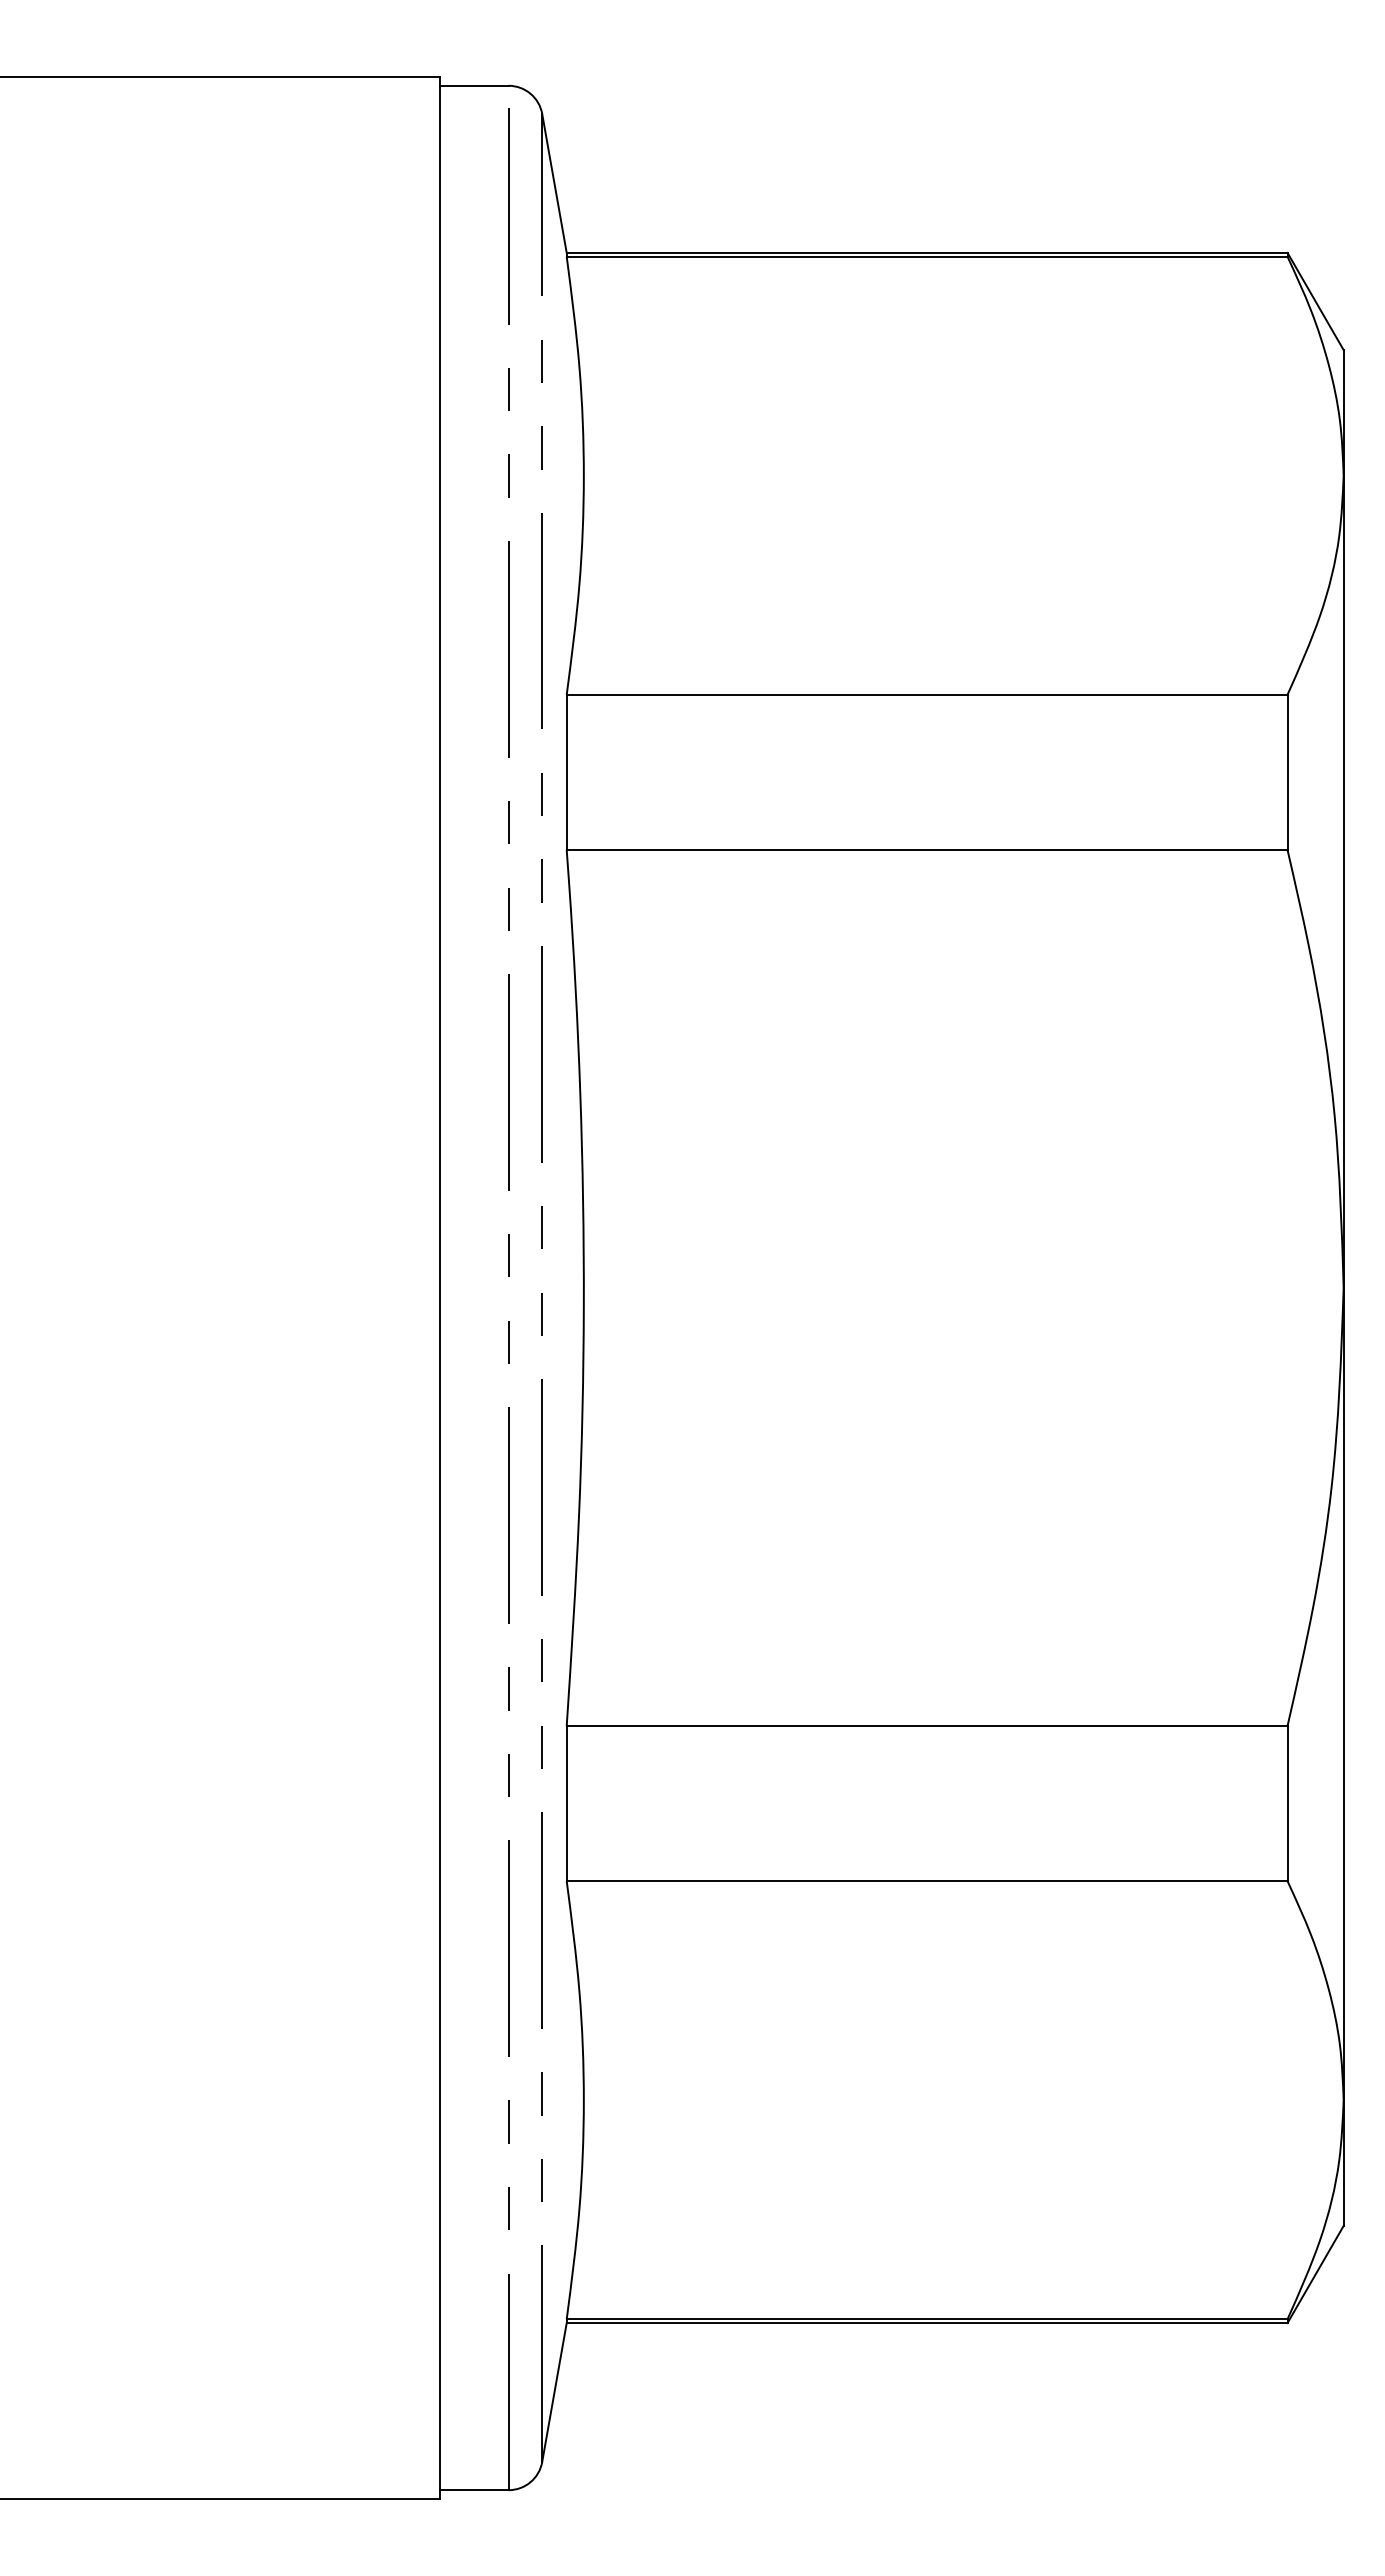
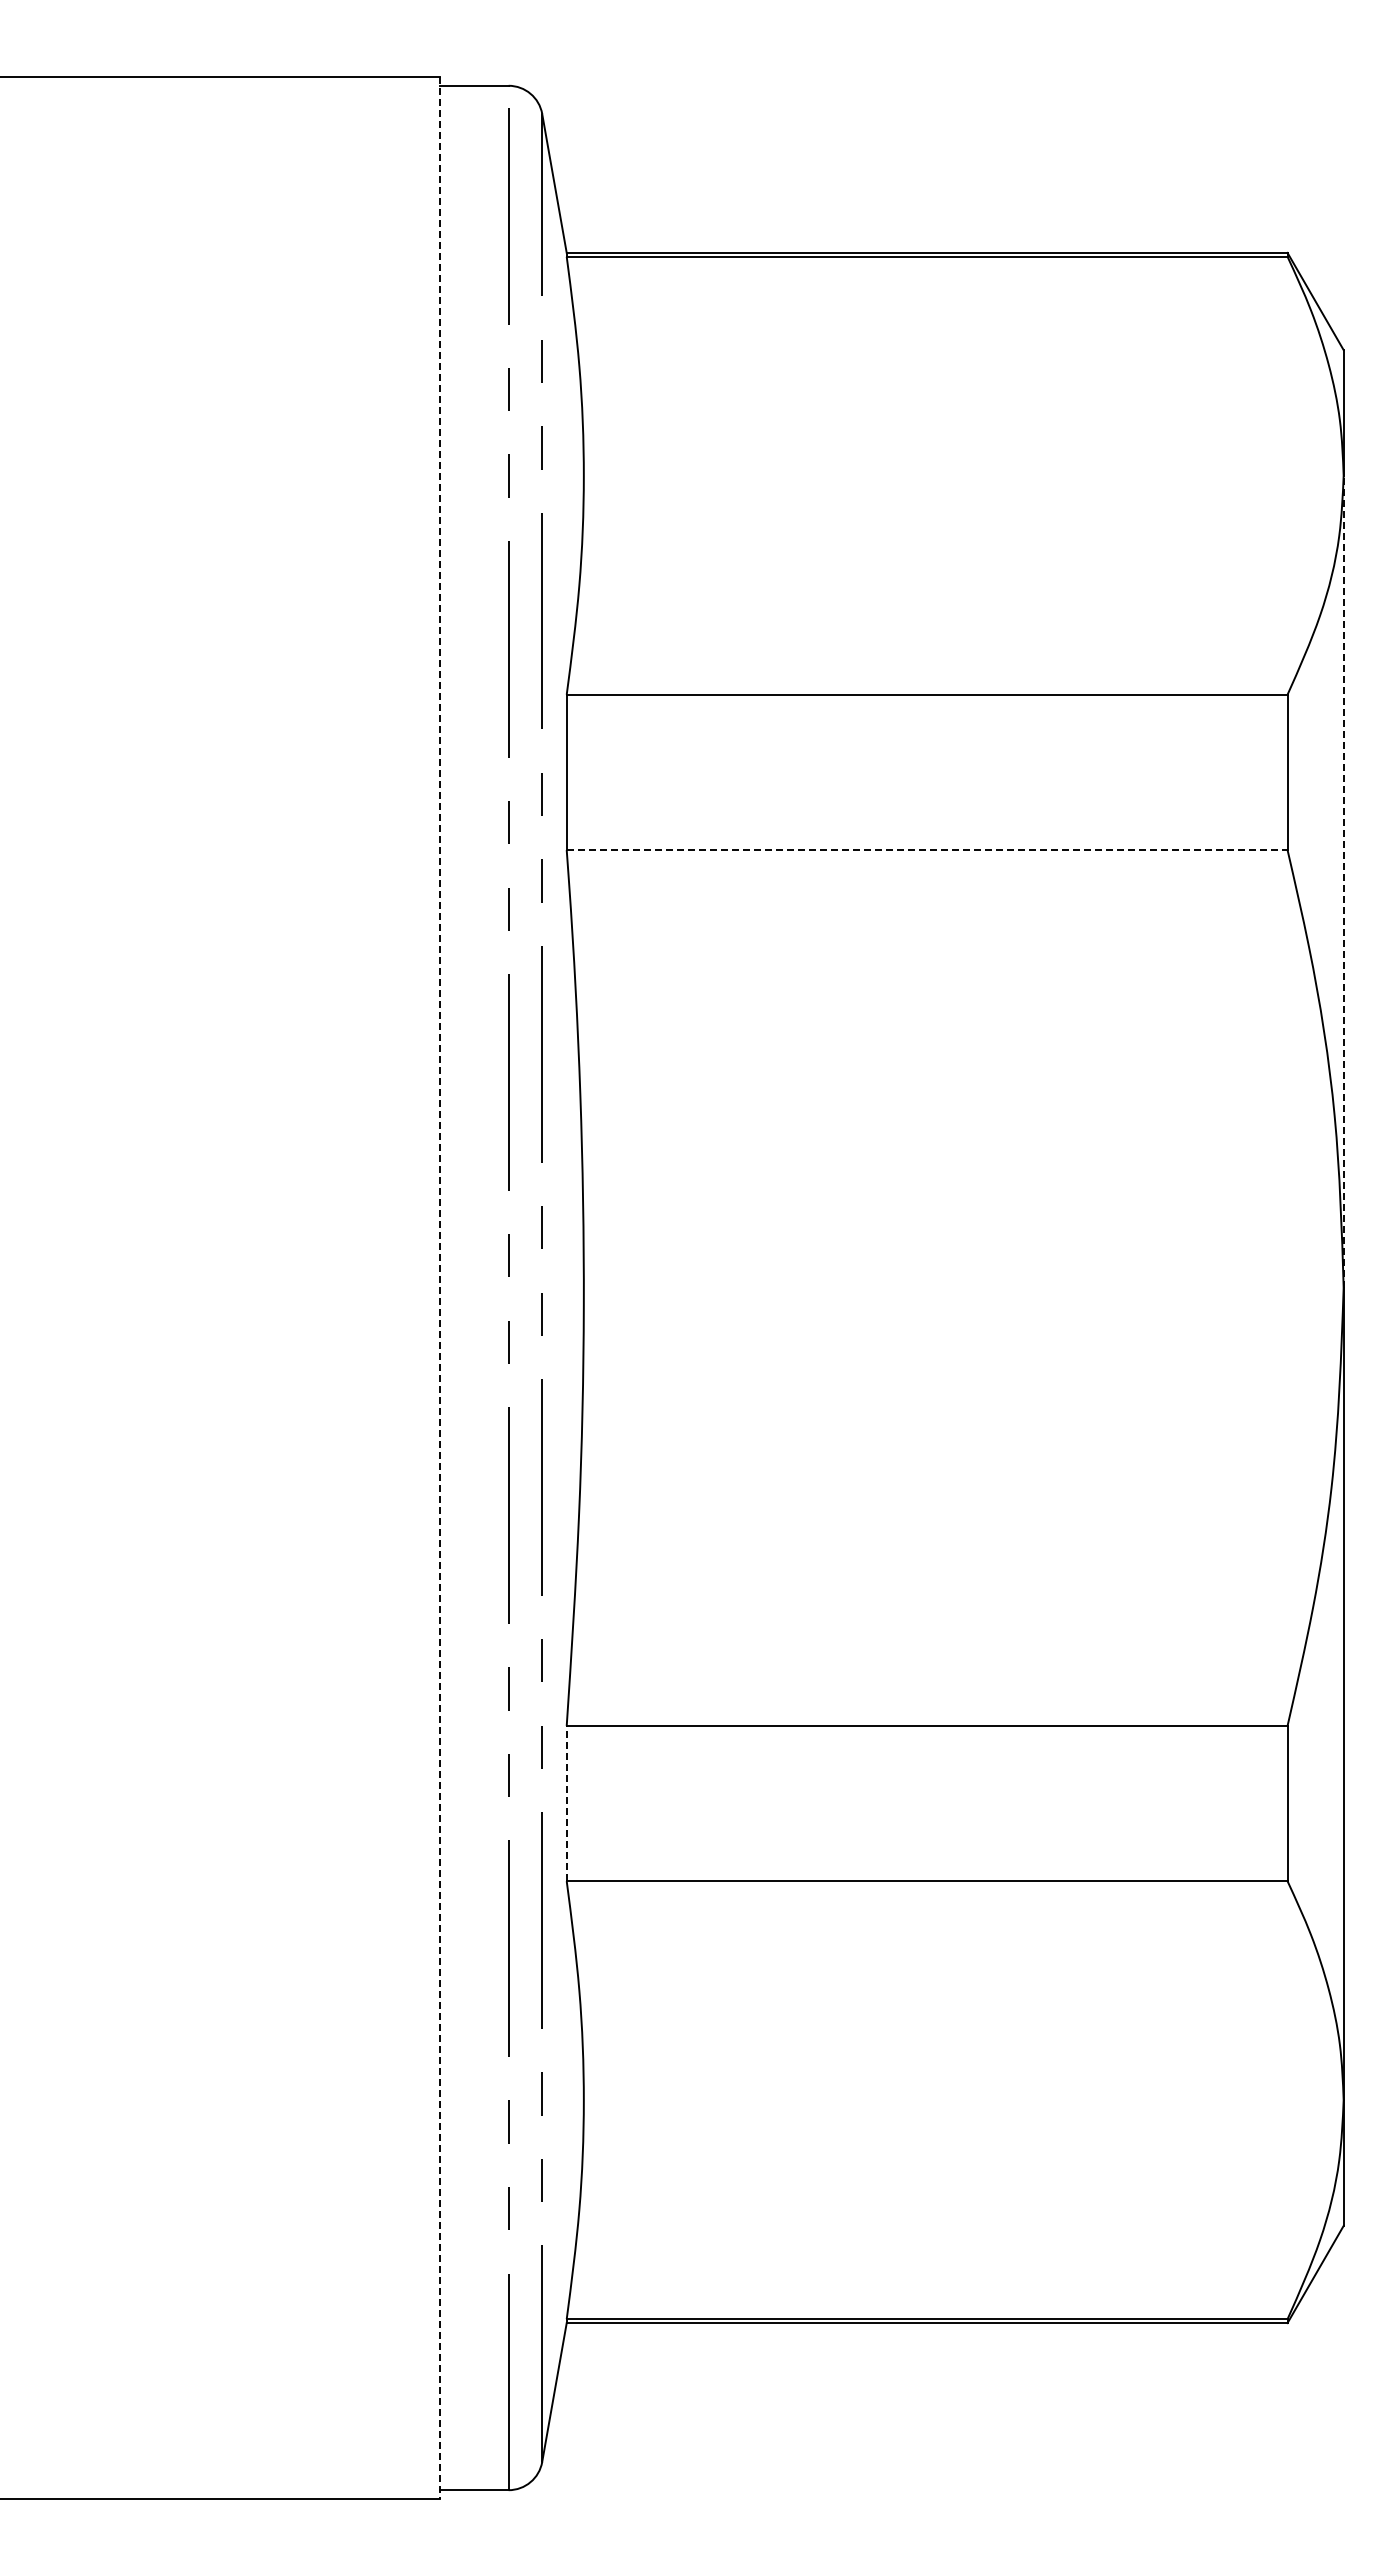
line at (927, 850): solid -> dashed
line at (1343, 881): solid -> dashed
line at (439, 1288): solid -> dashed
line at (566, 1803): solid -> dashed
